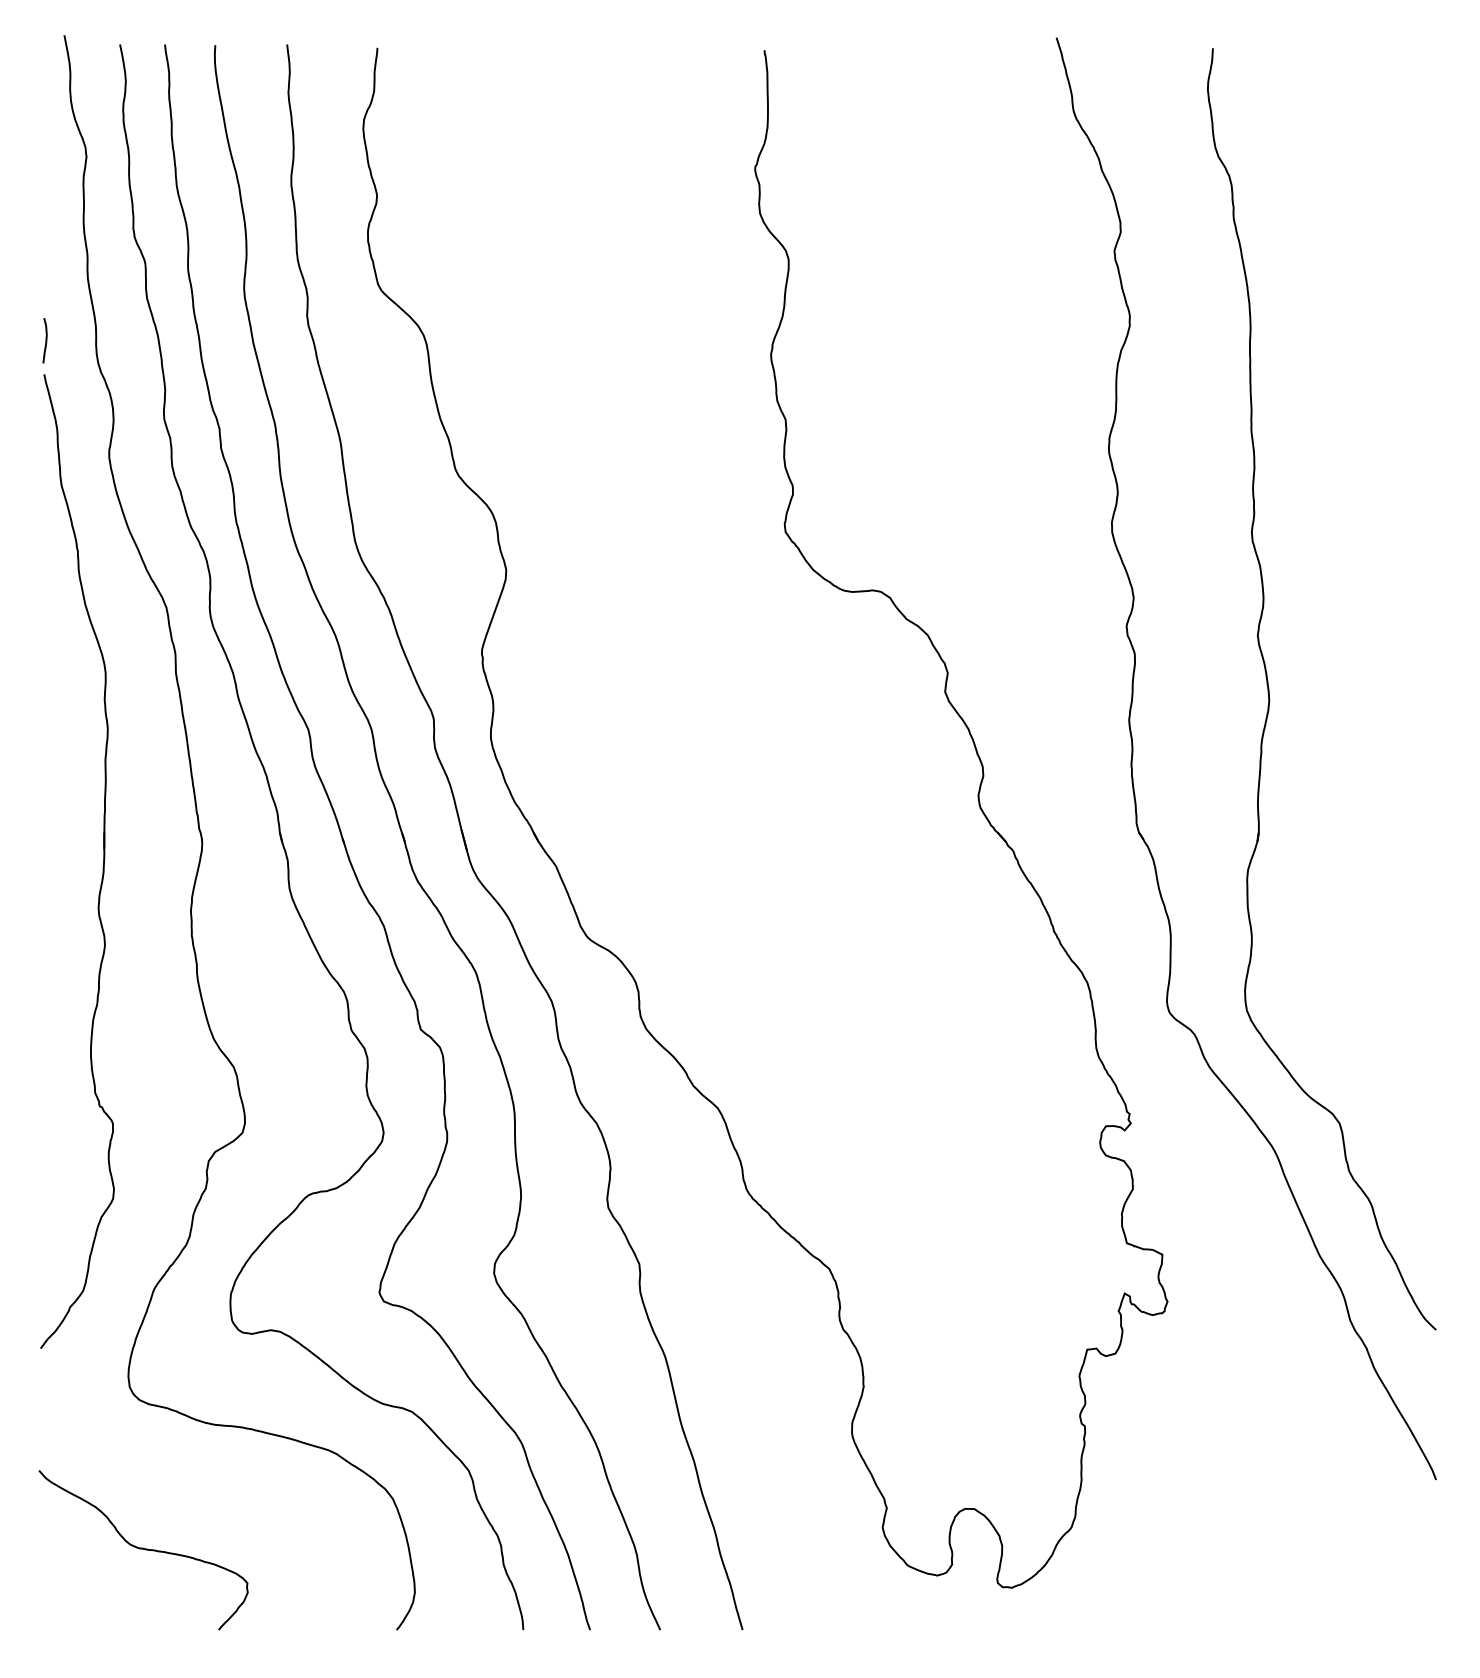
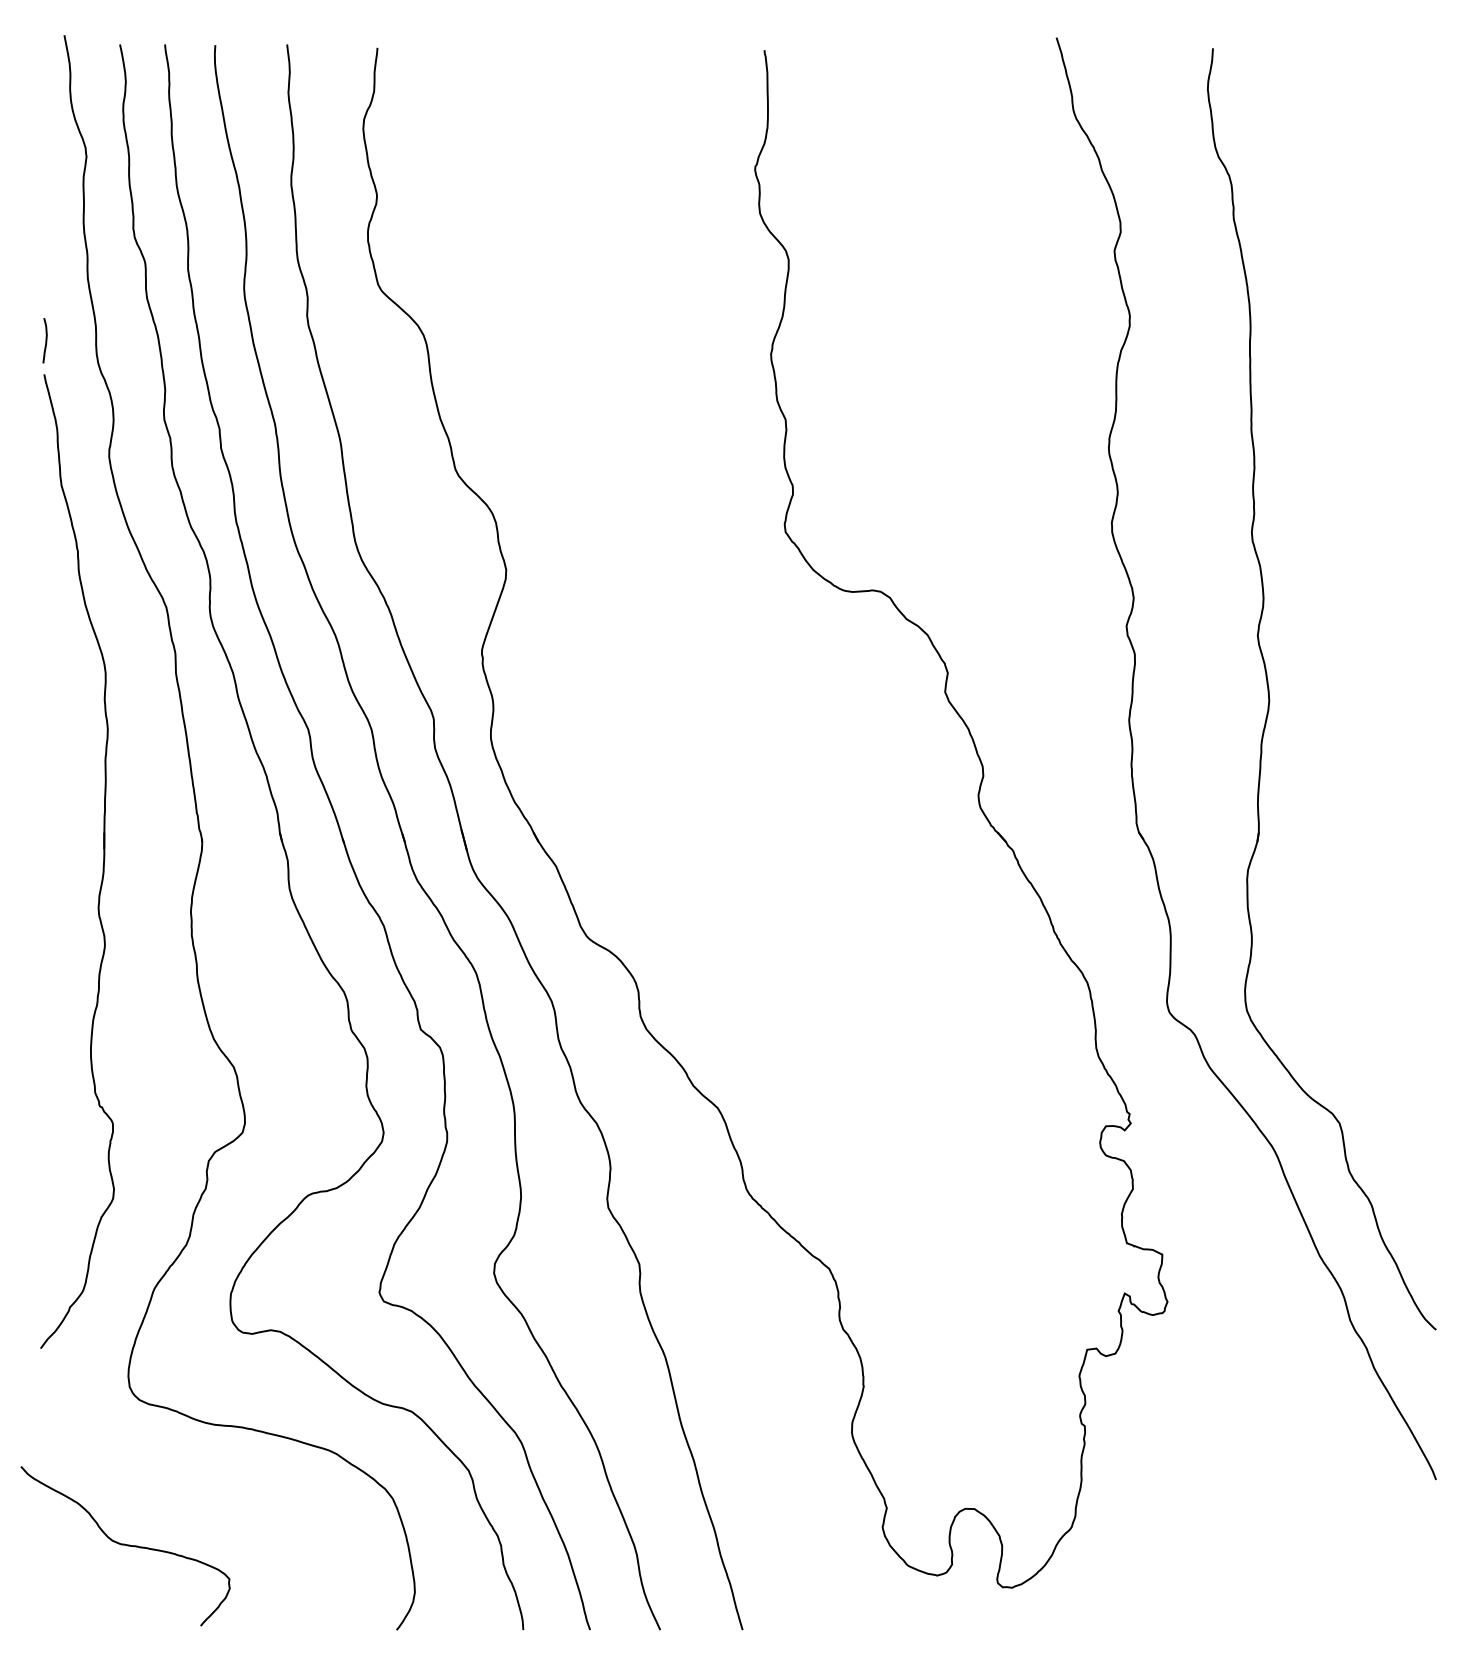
curve at (143, 1549) position: (143, 1549) -> (125, 1545)
